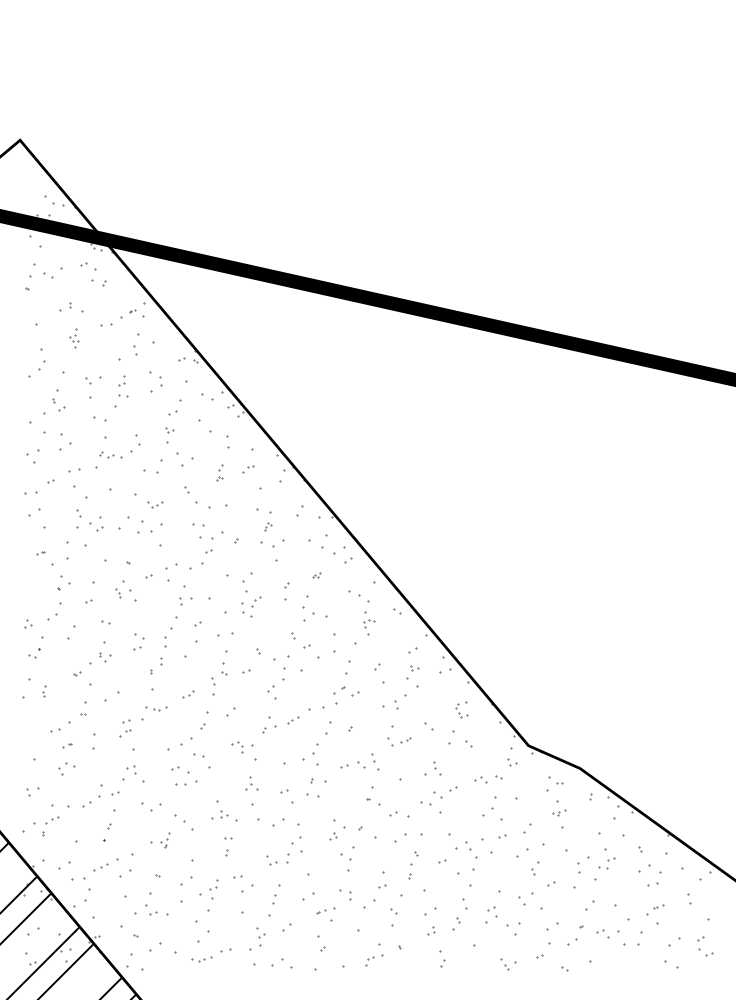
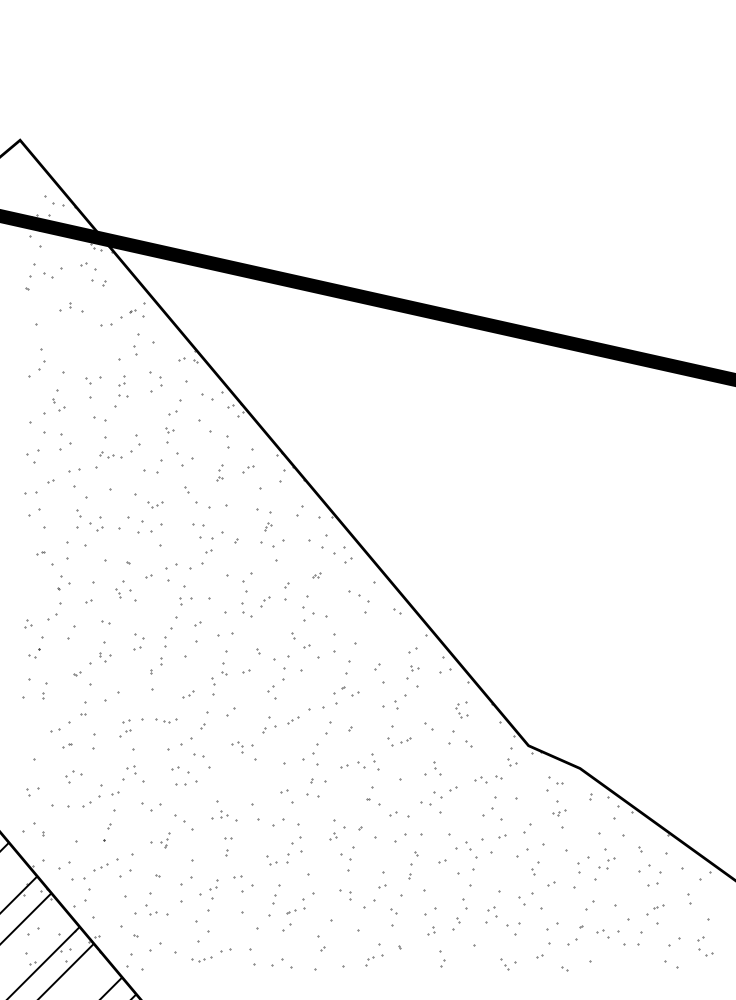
part at (74, 338): present -> none
part at (256, 601) position: (256, 601) -> (265, 601)
part at (369, 627): present -> none
part at (44, 691) size: 5x13 px -> 6x18 px
part at (156, 708) position: (156, 708) -> (166, 720)
part at (66, 768) position: (66, 768) -> (73, 776)
part at (251, 783): present -> none
part at (52, 820): present -> none
part at (325, 910) position: (325, 910) -> (295, 910)
part at (261, 939): present -> none
